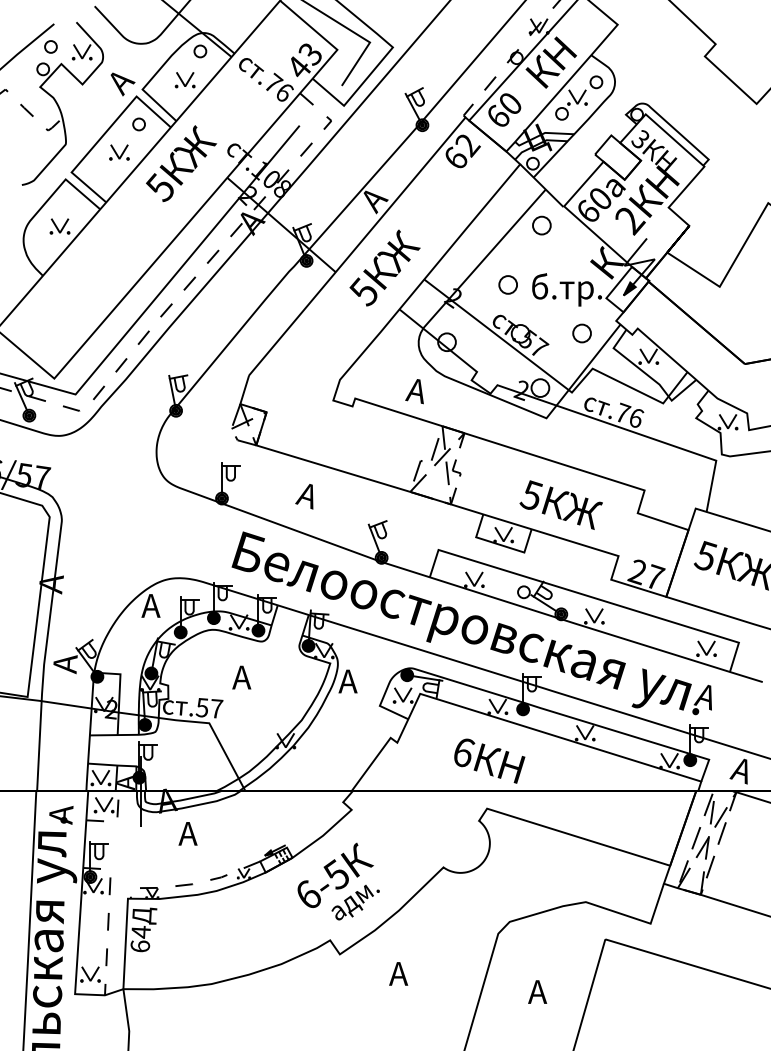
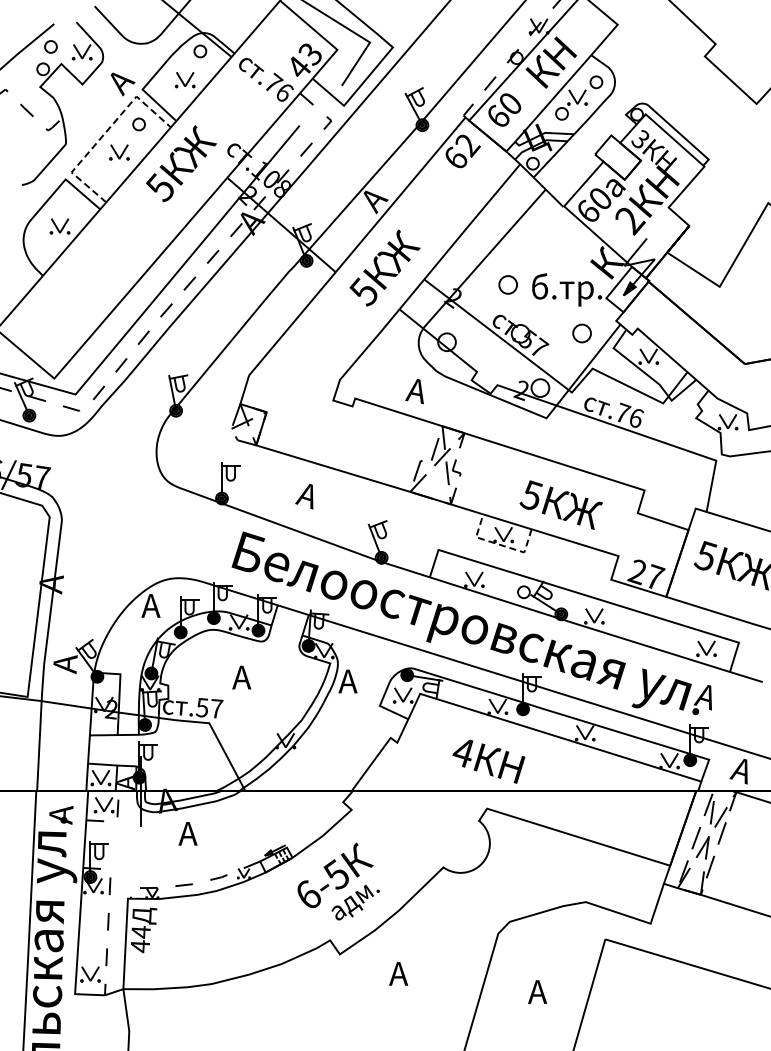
line at (104, 133): solid -> dashed
part at (541, 225): present -> none
line at (500, 545): solid -> dashed
text at (463, 752): 6 -> 4
text at (140, 946): 64 -> 44
